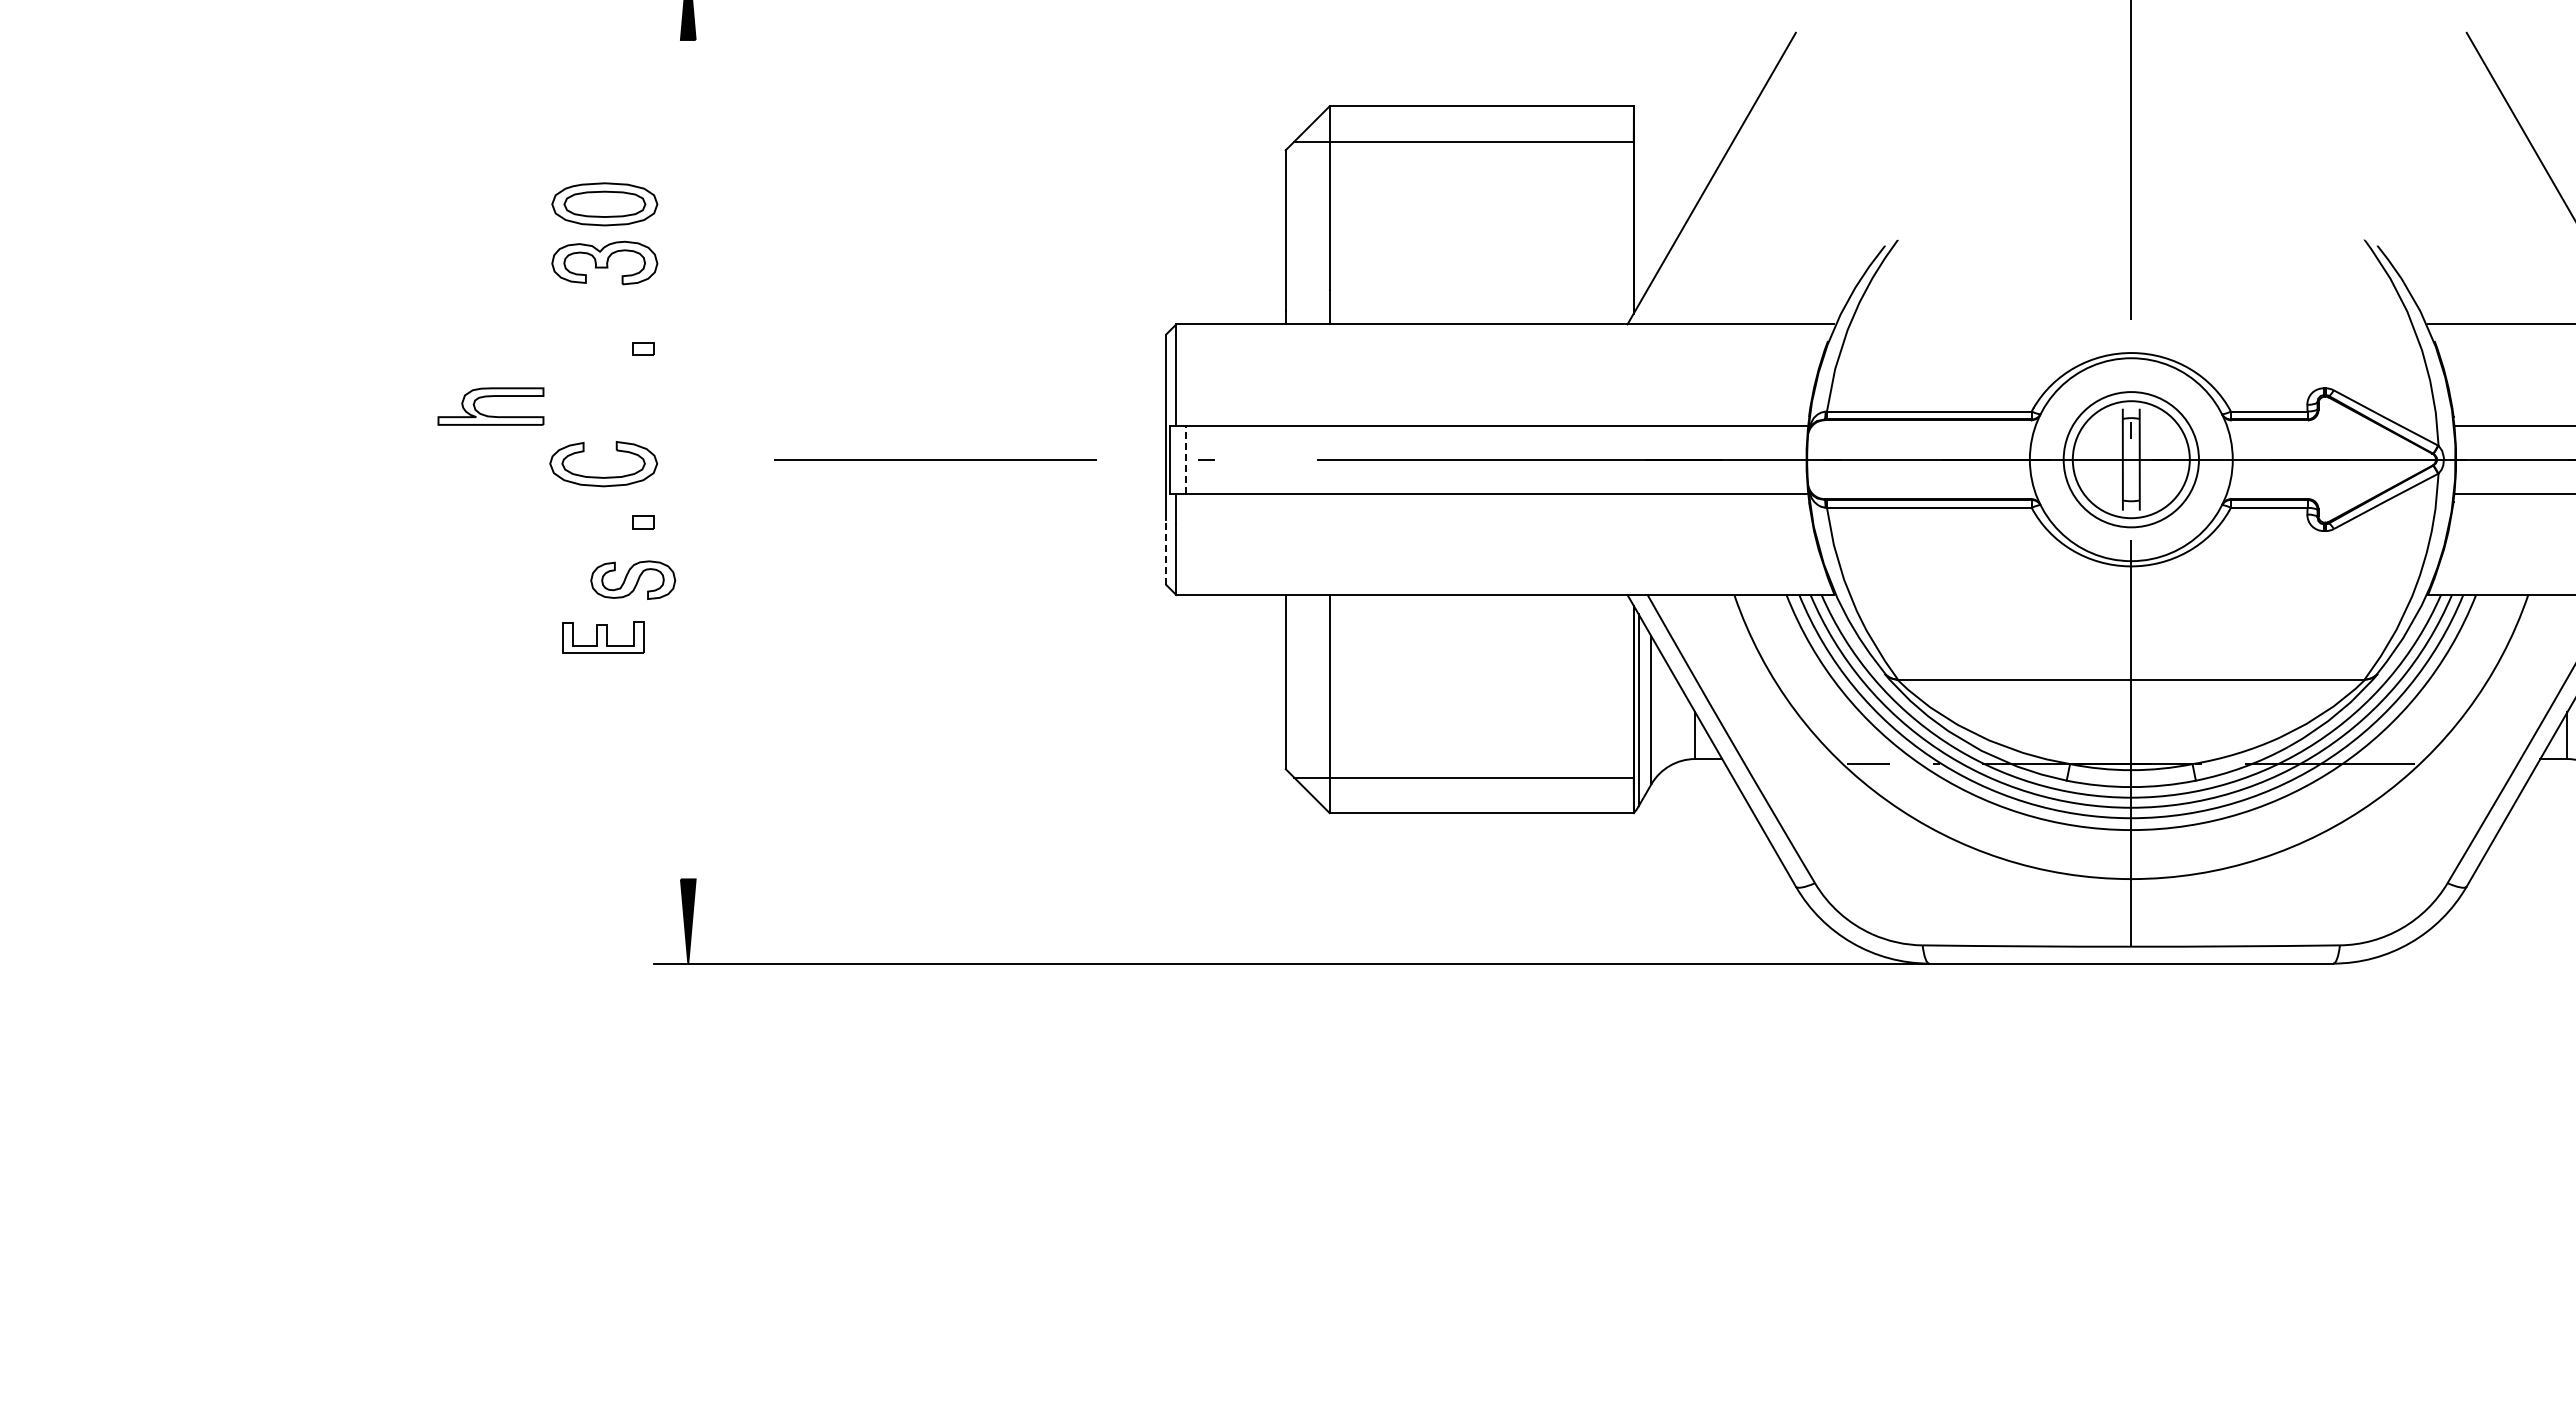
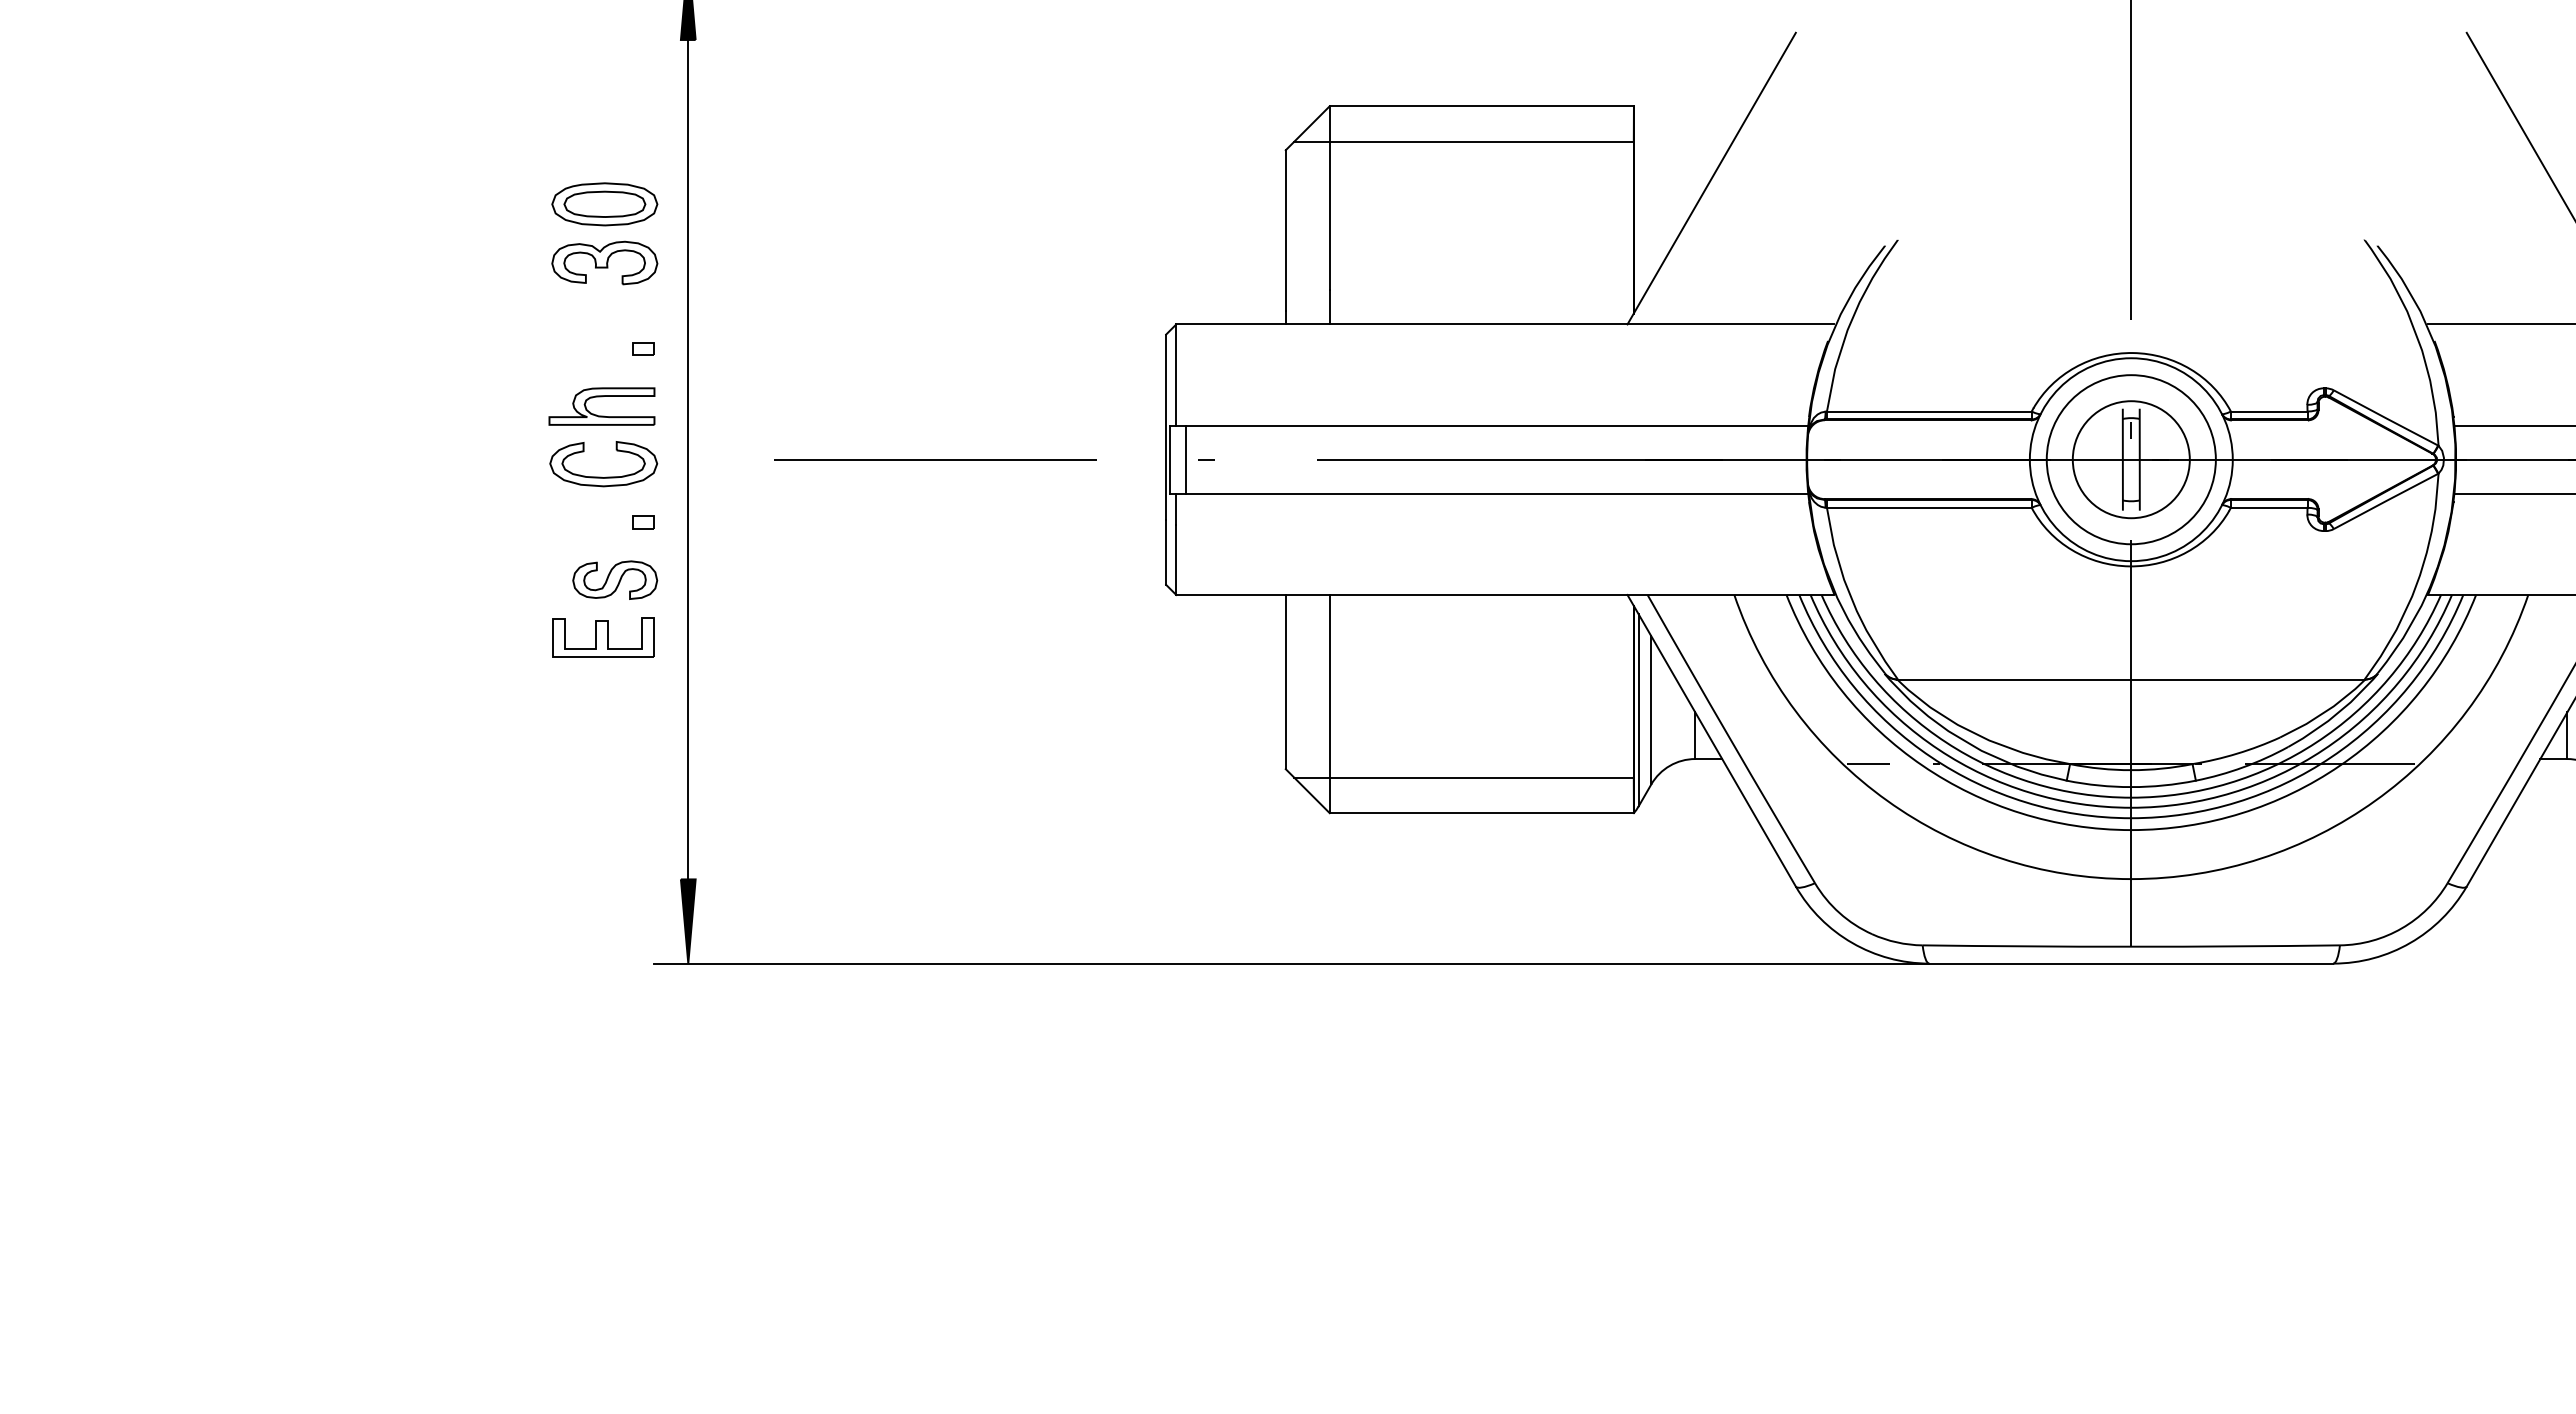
part at (490, 397) position: (490, 397) -> (601, 397)
line at (688, 459): none -> present
line at (1186, 459): dashed -> solid
circle at (2130, 459) diameter: 135 px -> 169 px
line at (1166, 552): dashed -> solid
part at (633, 579) position: (633, 579) -> (615, 579)
part at (603, 637) size: 83x33 px -> 103x41 px
